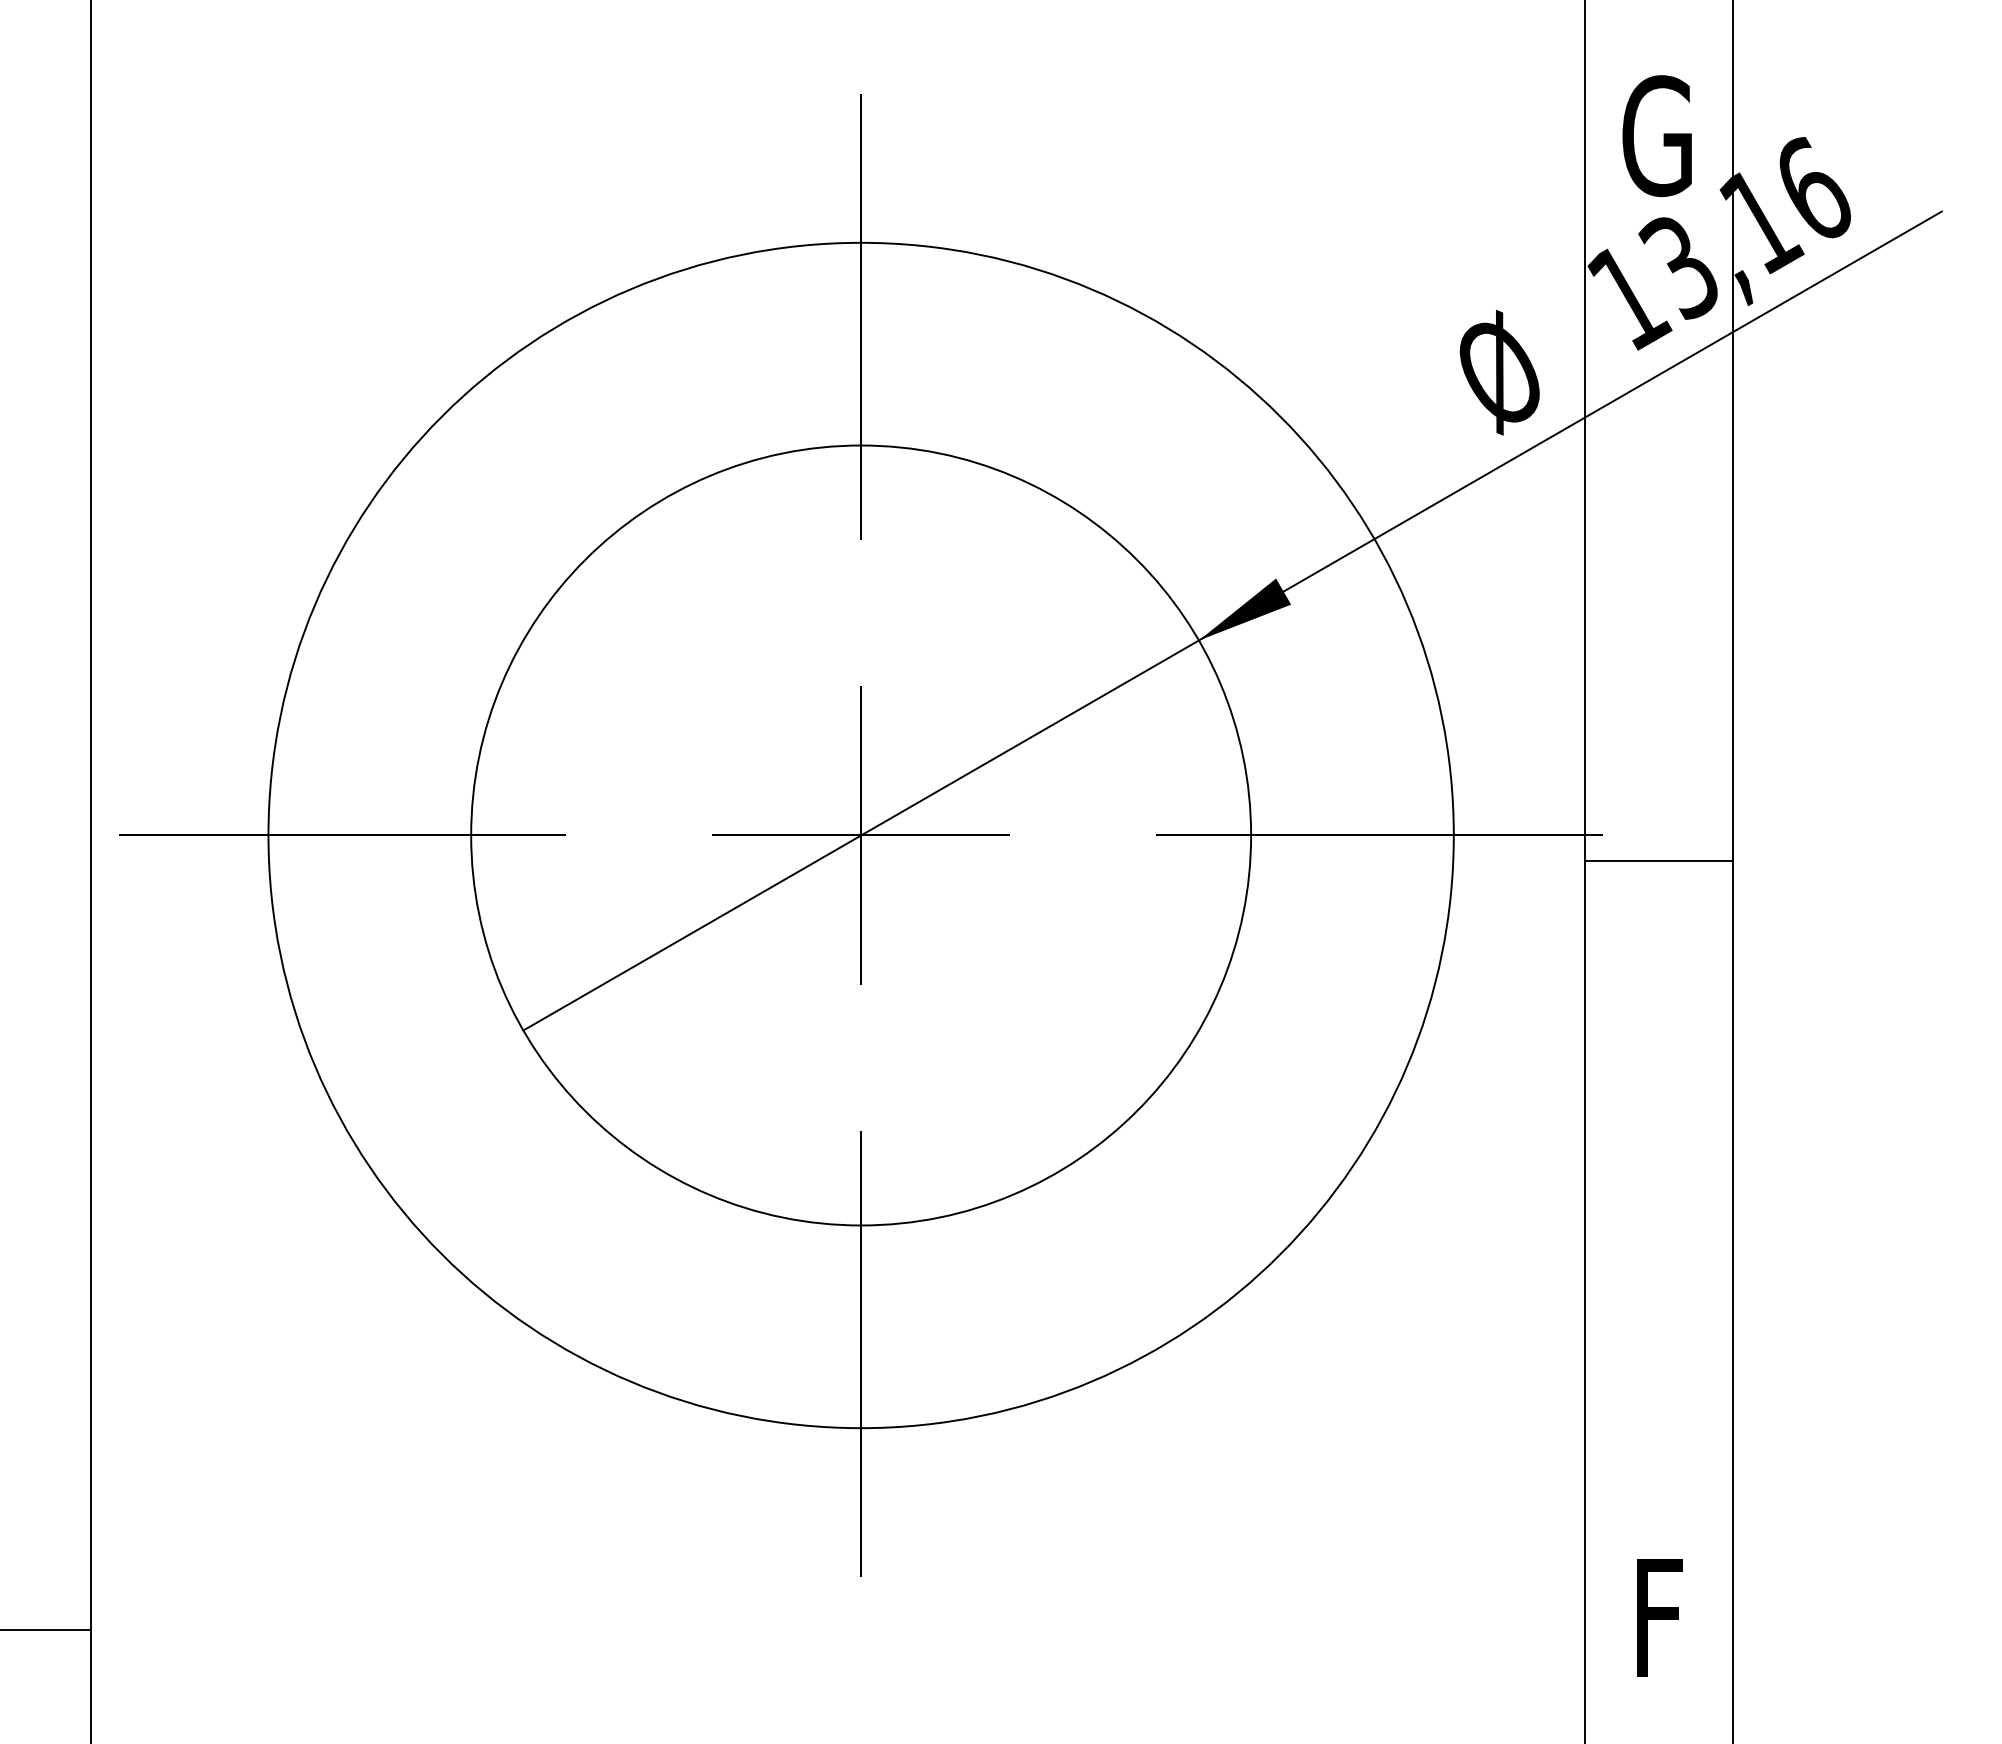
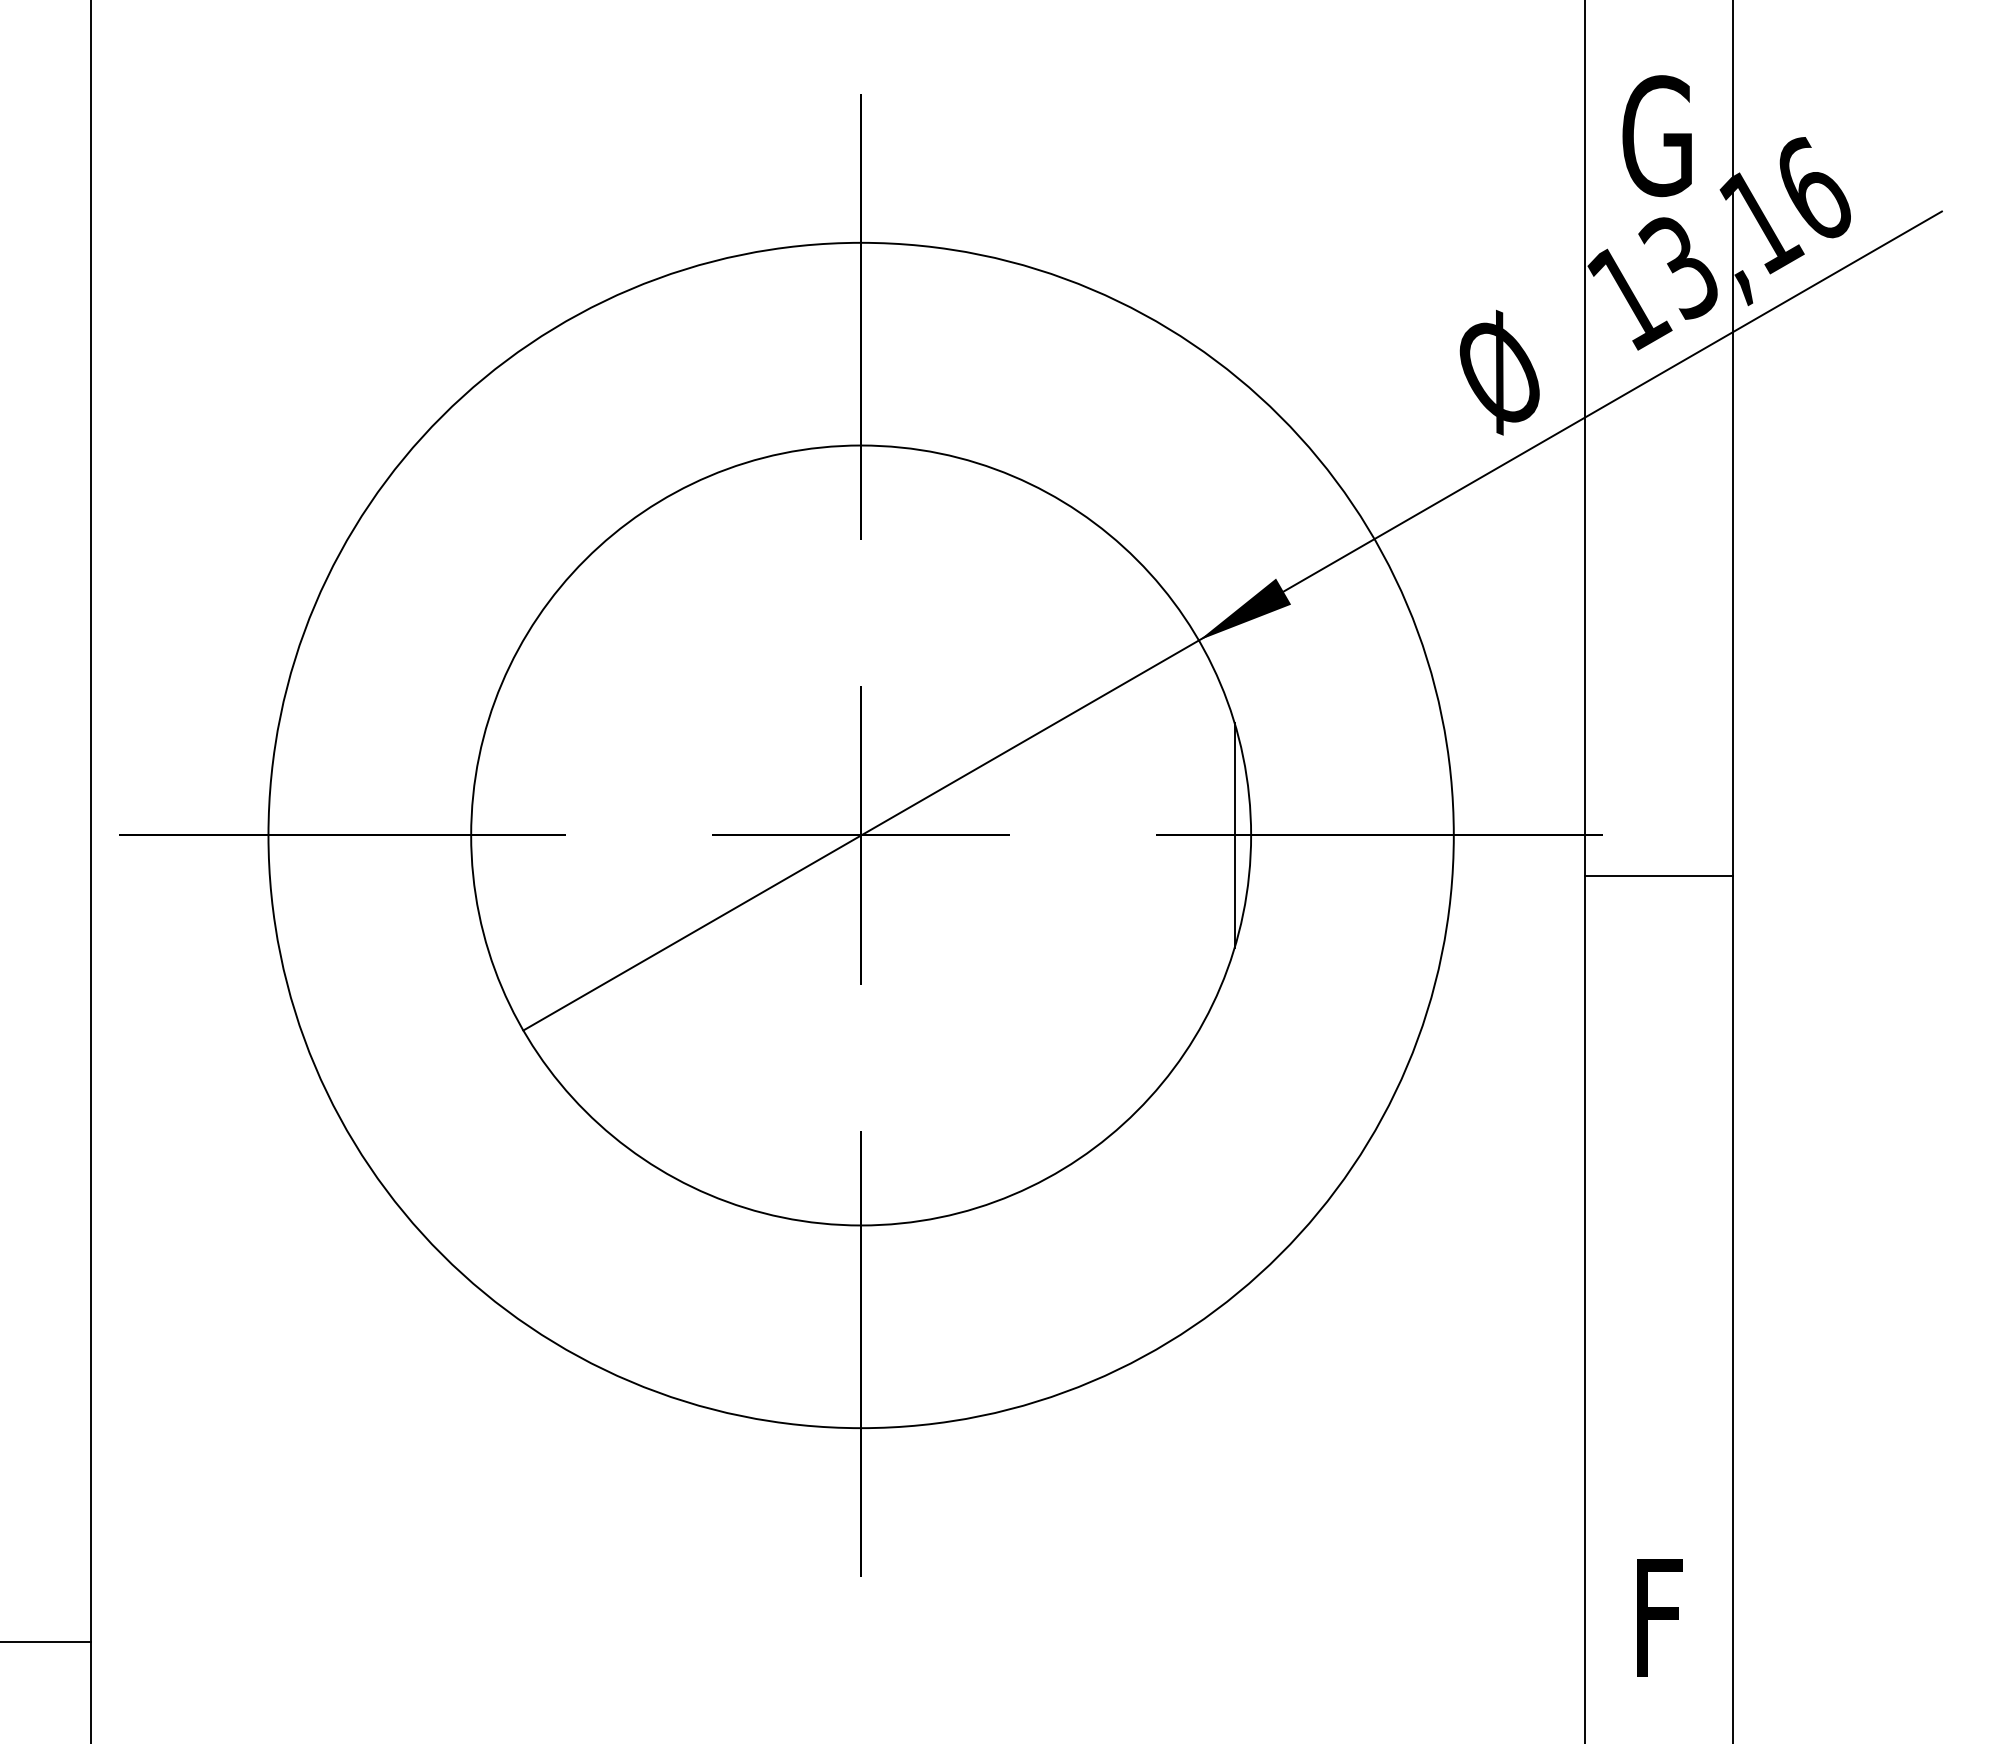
line at (1234, 835): none -> present
line at (1658, 861) position: (1658, 861) -> (1658, 876)
line at (46, 1629) position: (46, 1629) -> (46, 1641)
